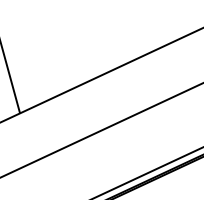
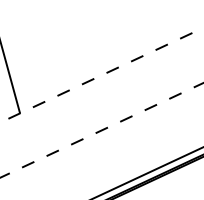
line at (101, 75): solid -> dashed
line at (102, 130): solid -> dashed
